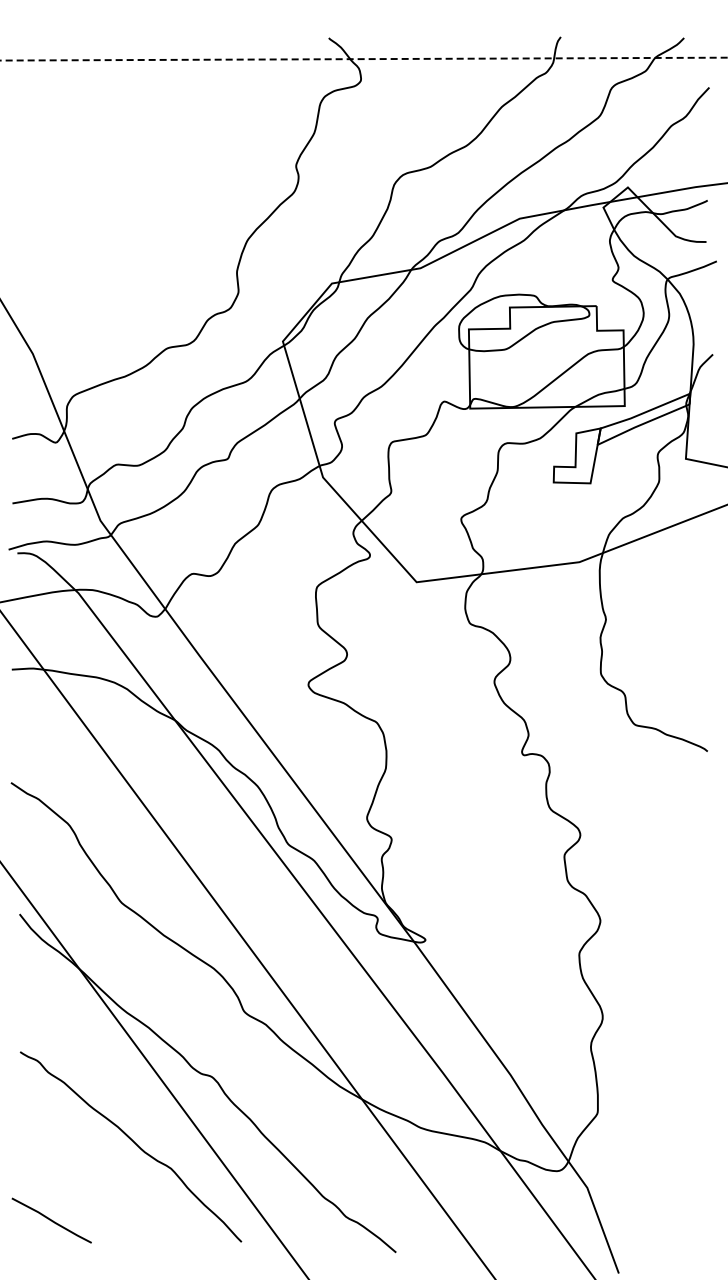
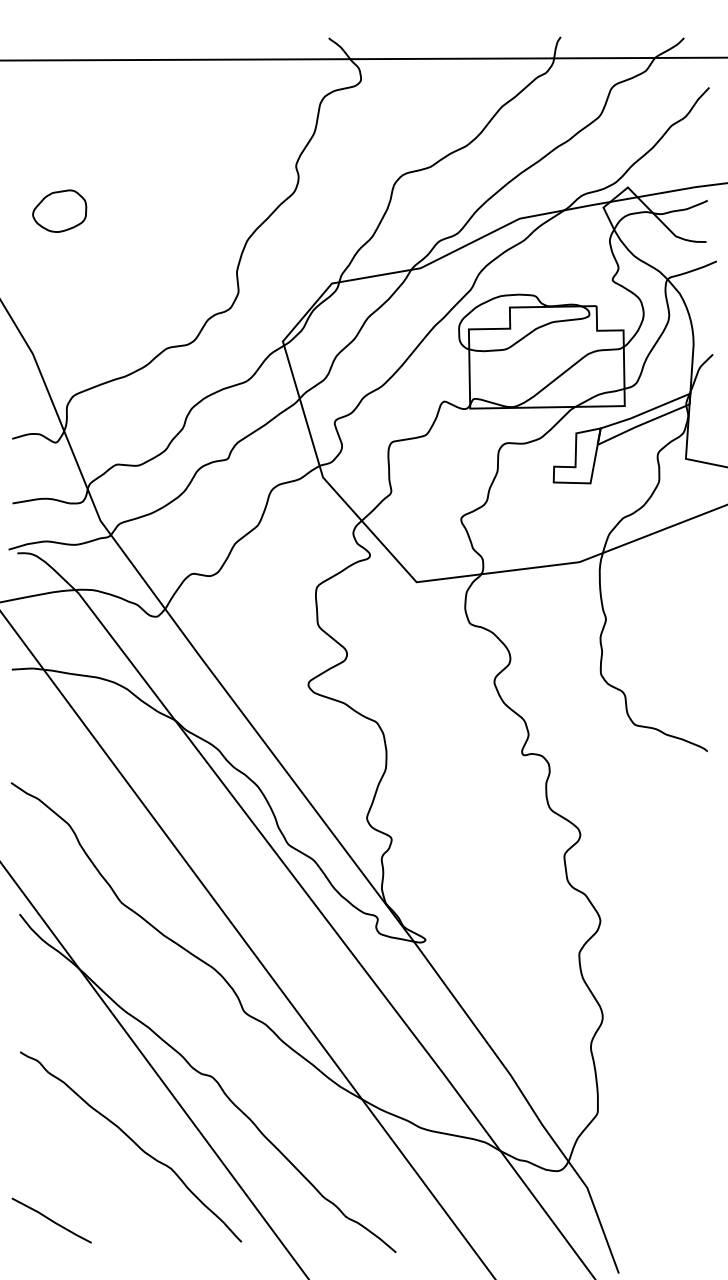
line at (364, 59): dashed -> solid
part at (59, 210): none -> present
